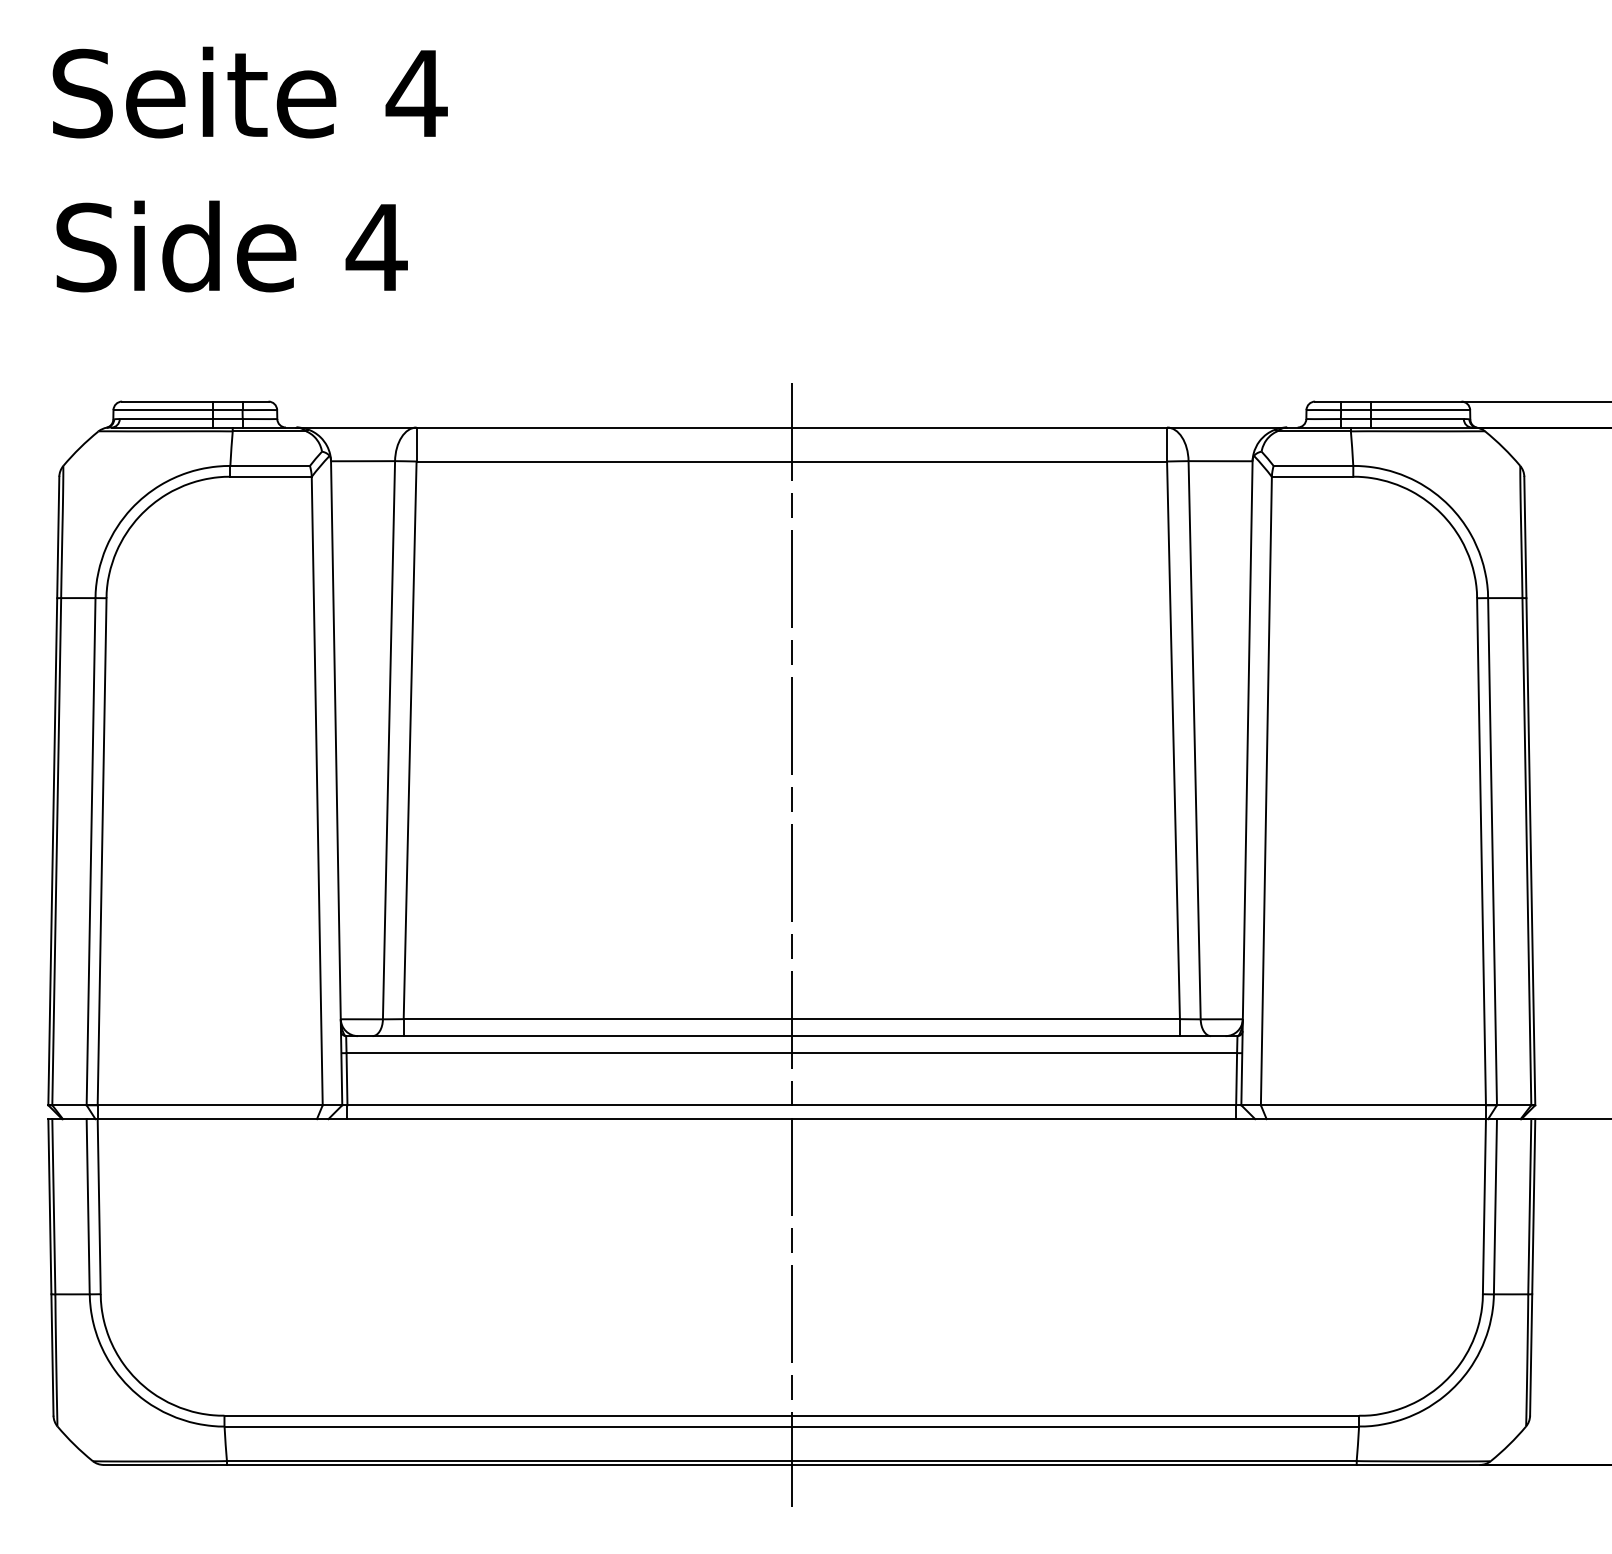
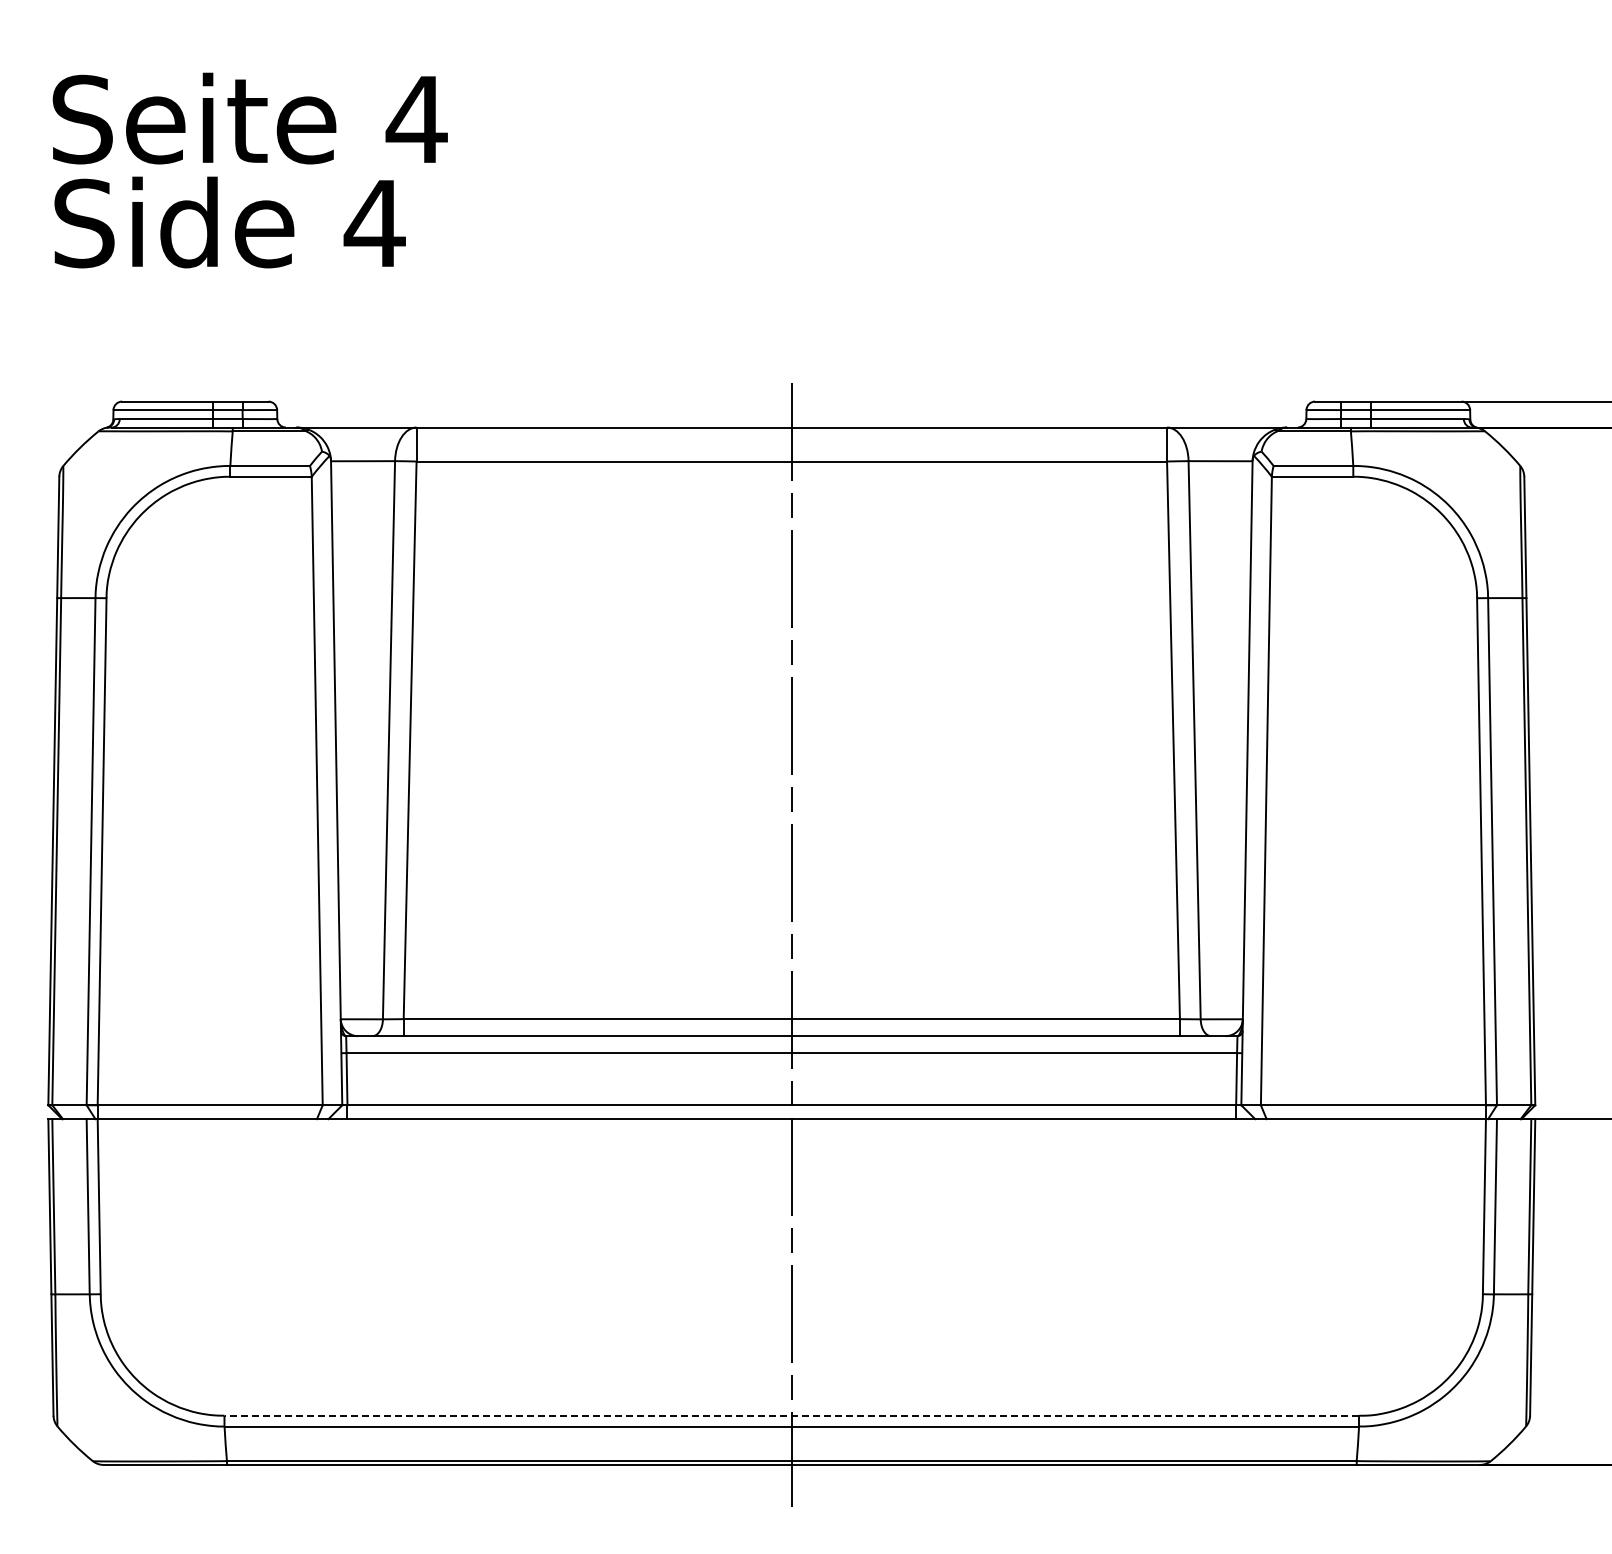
text at (249, 92) position: (249, 92) -> (249, 118)
text at (231, 246) position: (231, 246) -> (229, 222)
line at (791, 1415): solid -> dashed
